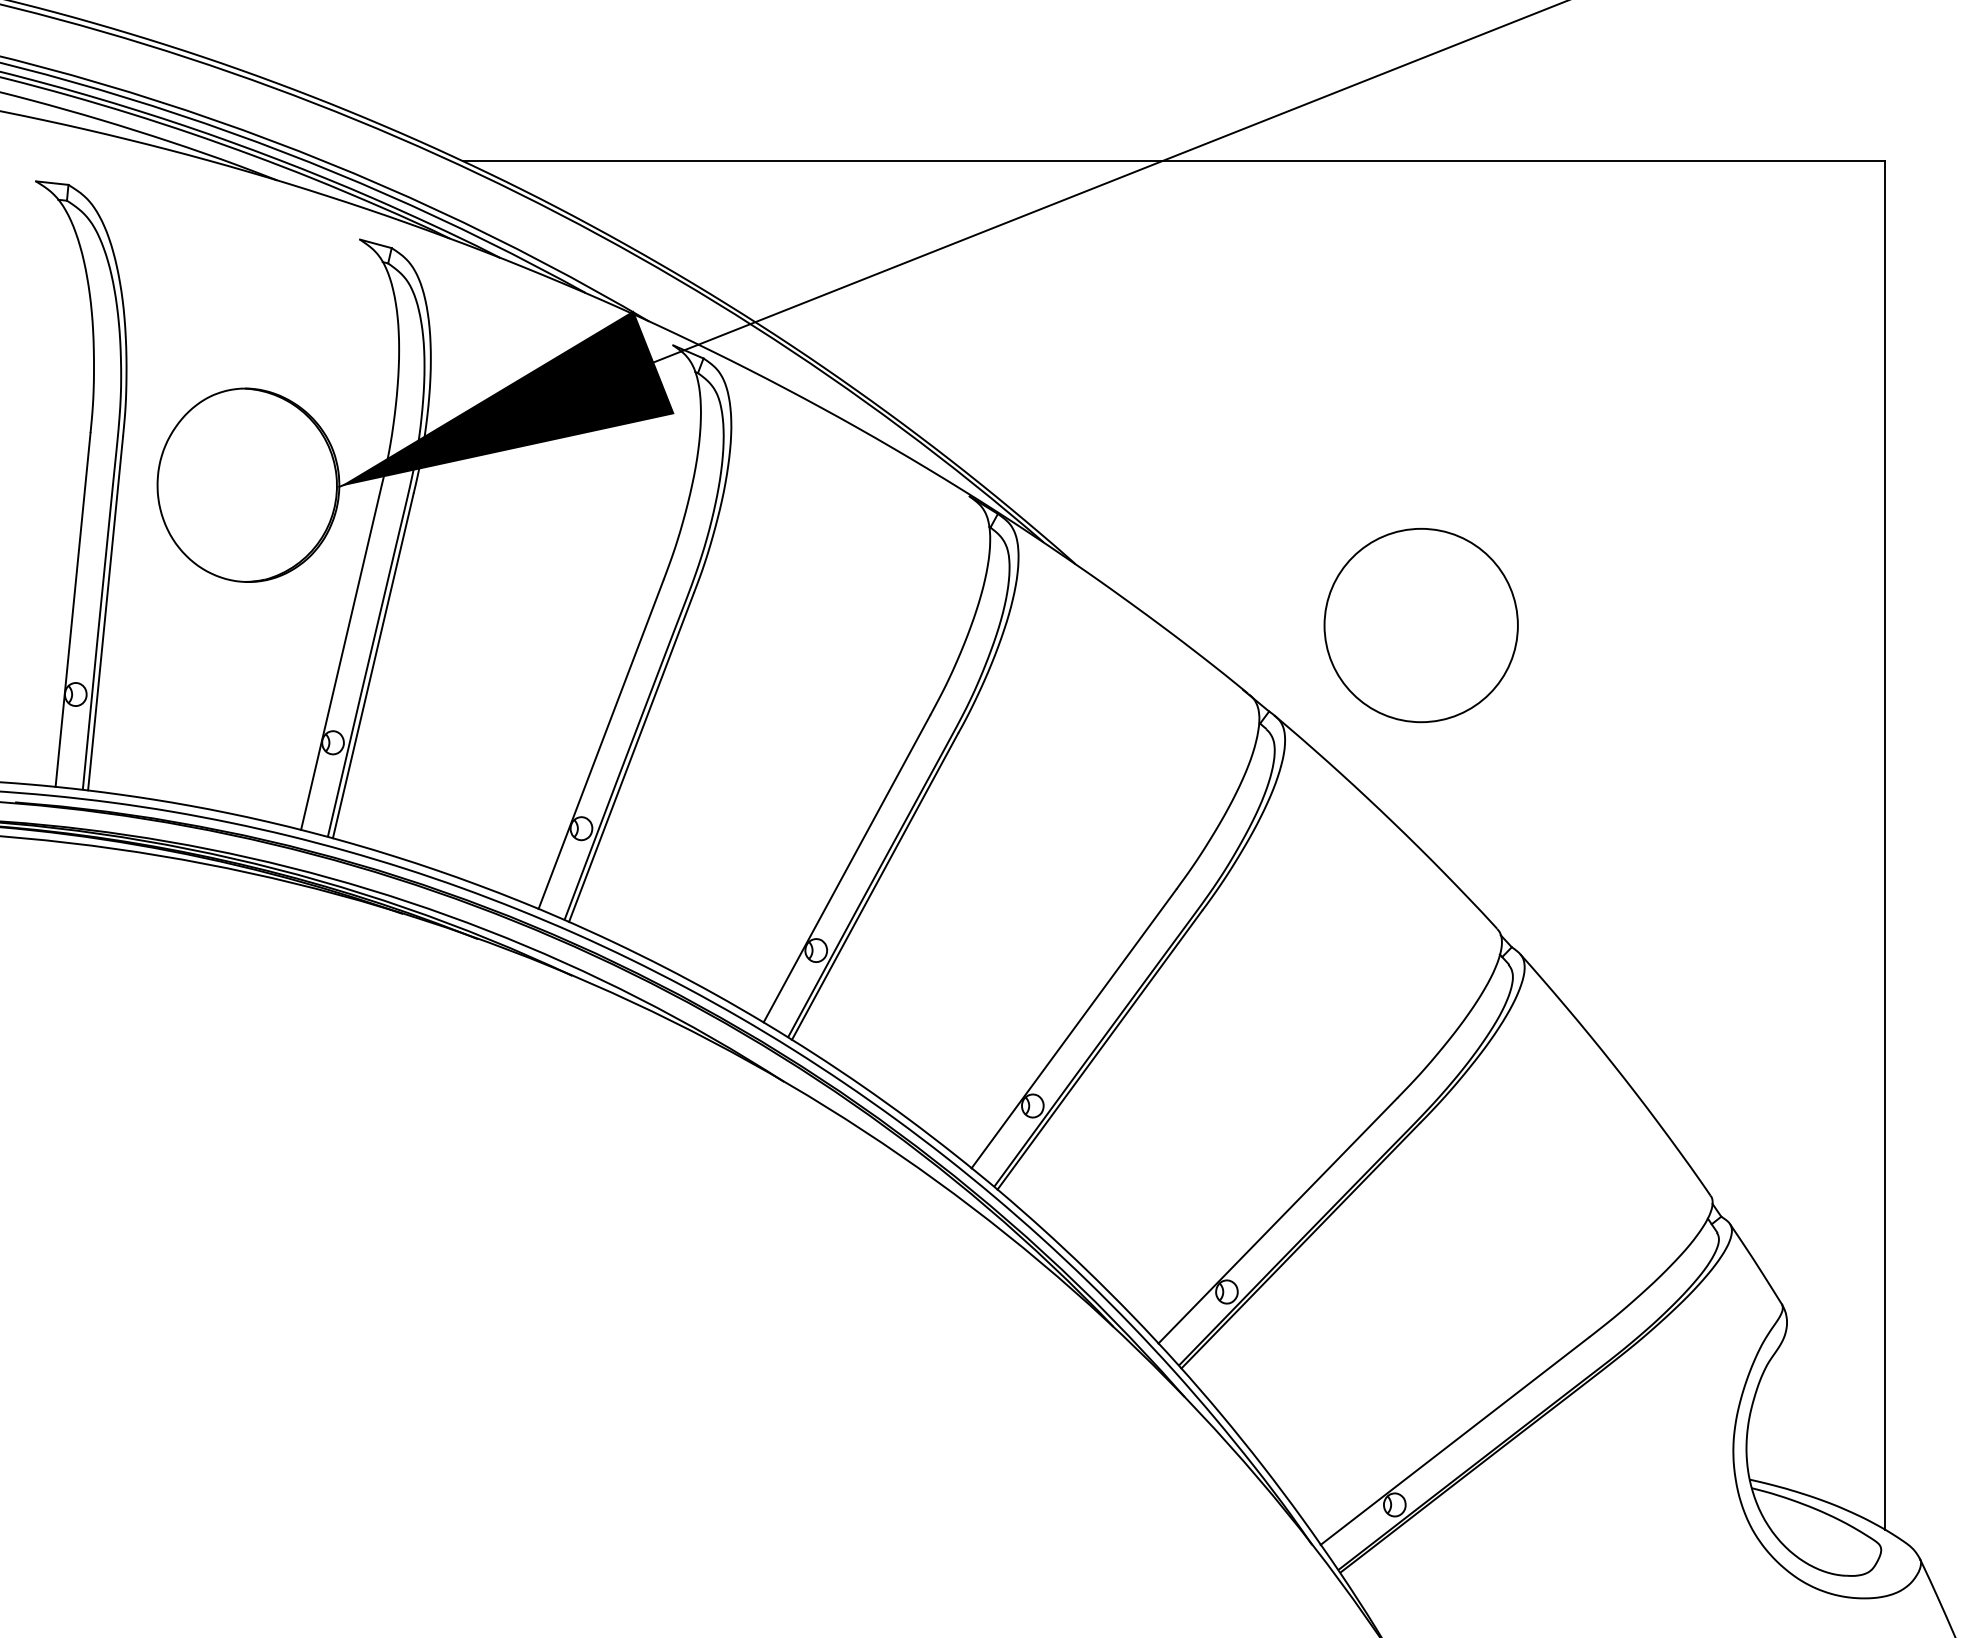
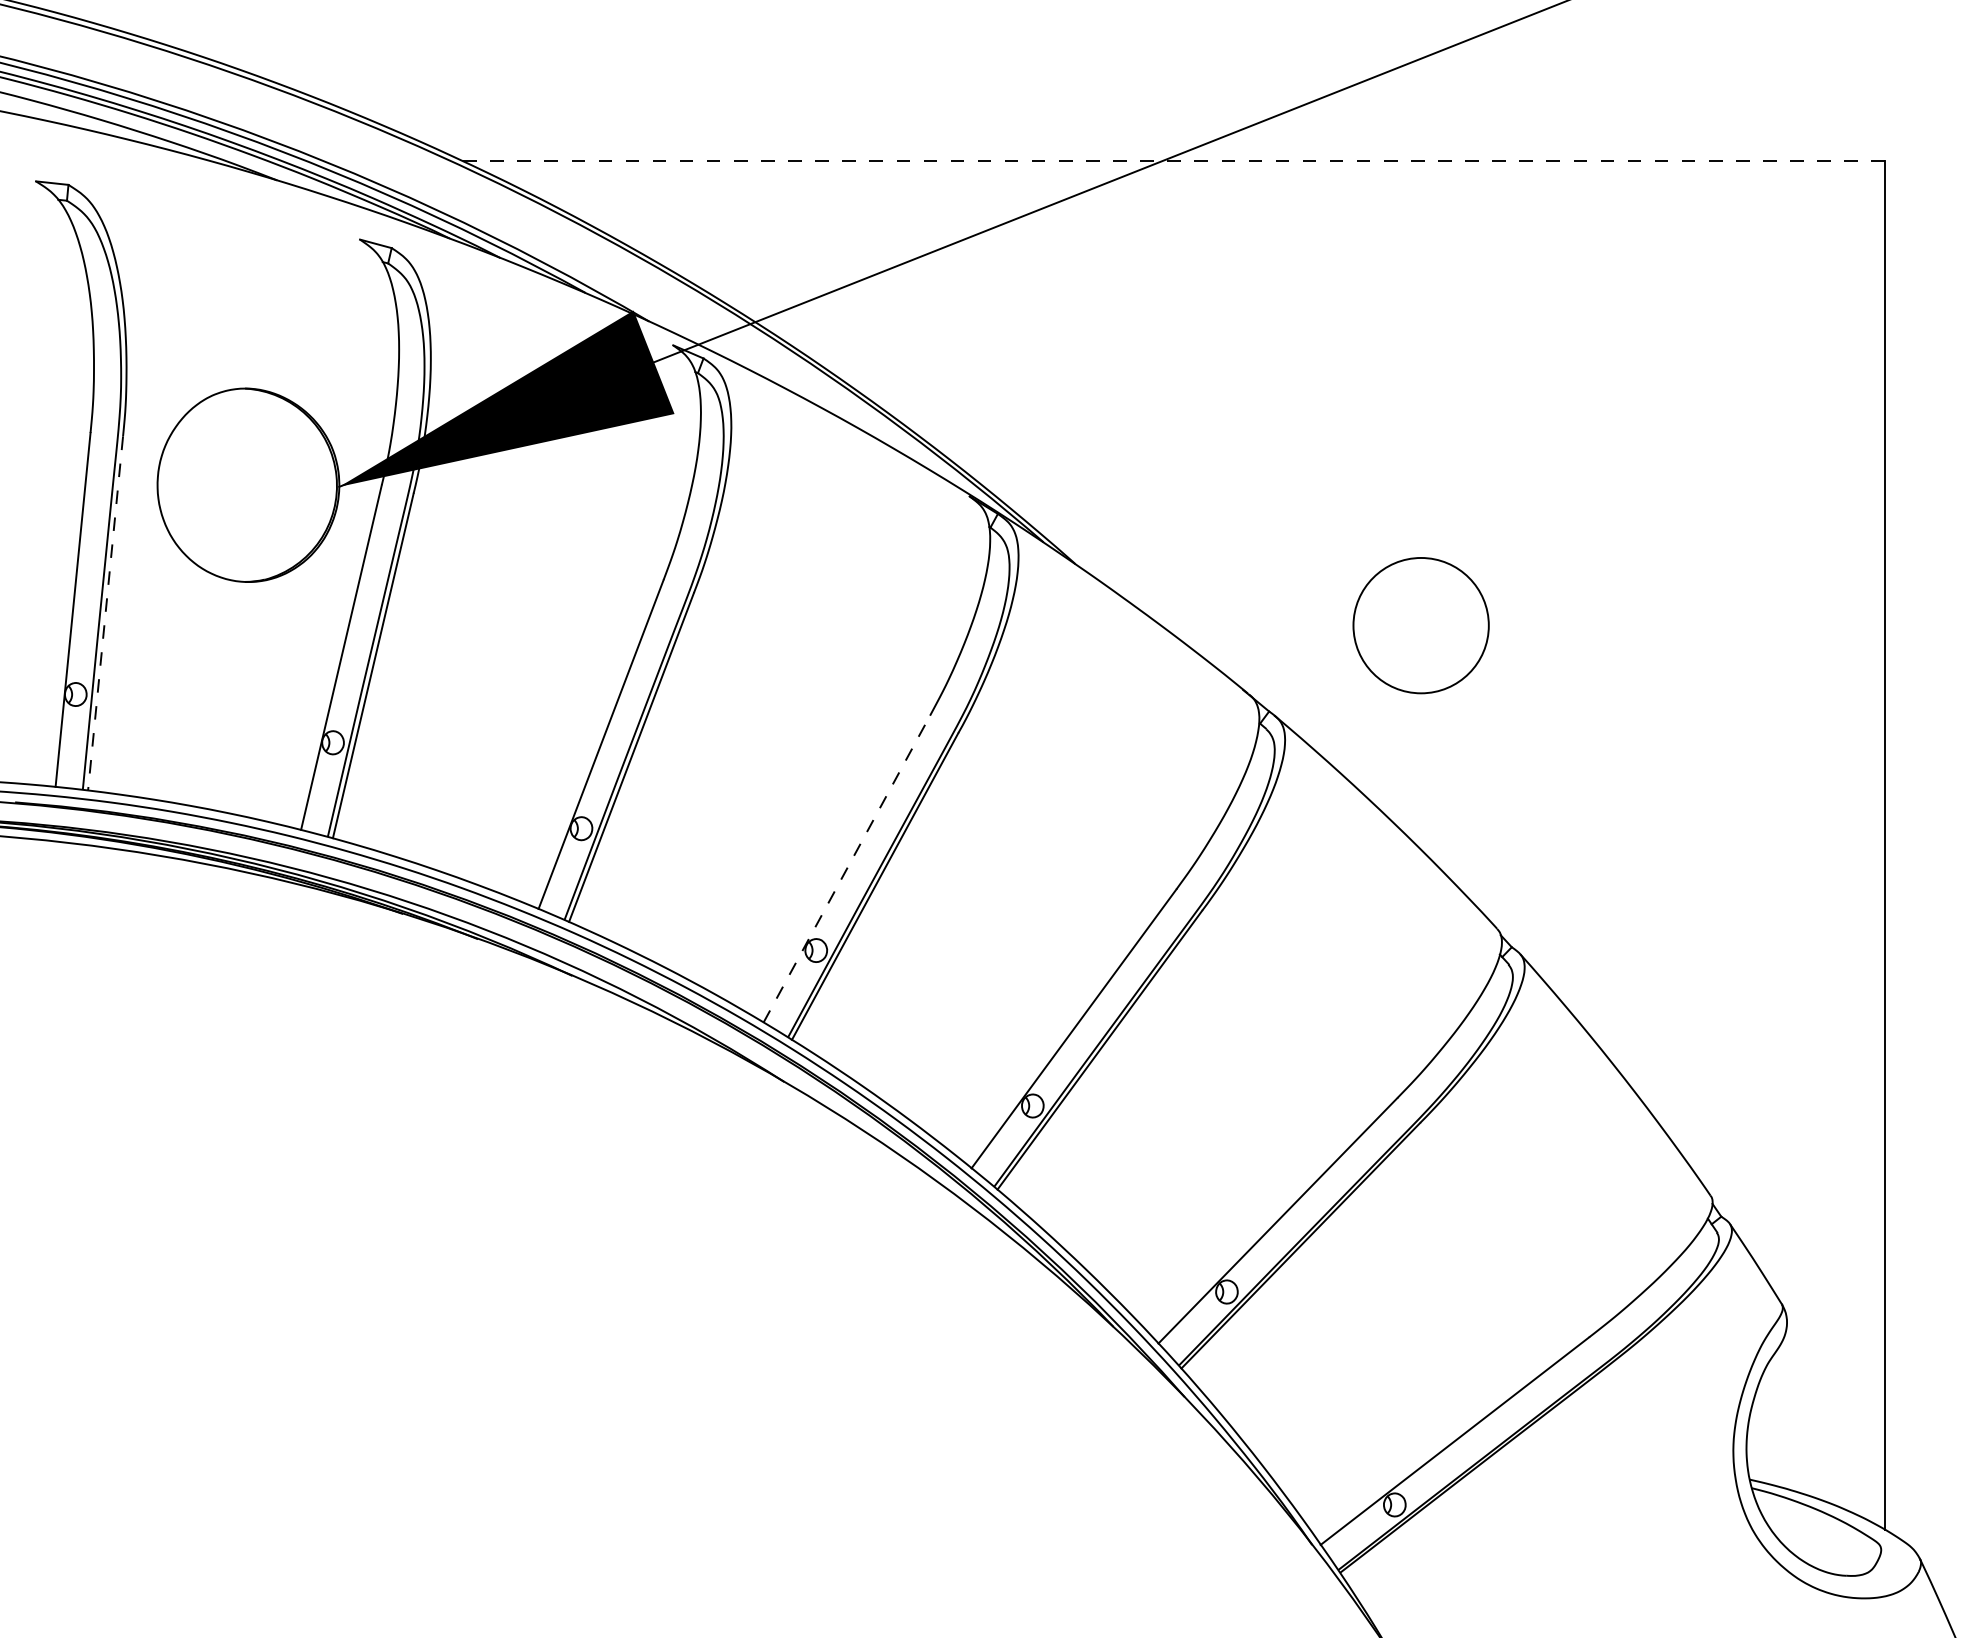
line at (1174, 161): solid -> dashed
line at (105, 613): solid -> dashed
circle at (1420, 625) size: 196x196 px -> 138x138 px
line at (847, 868): solid -> dashed
